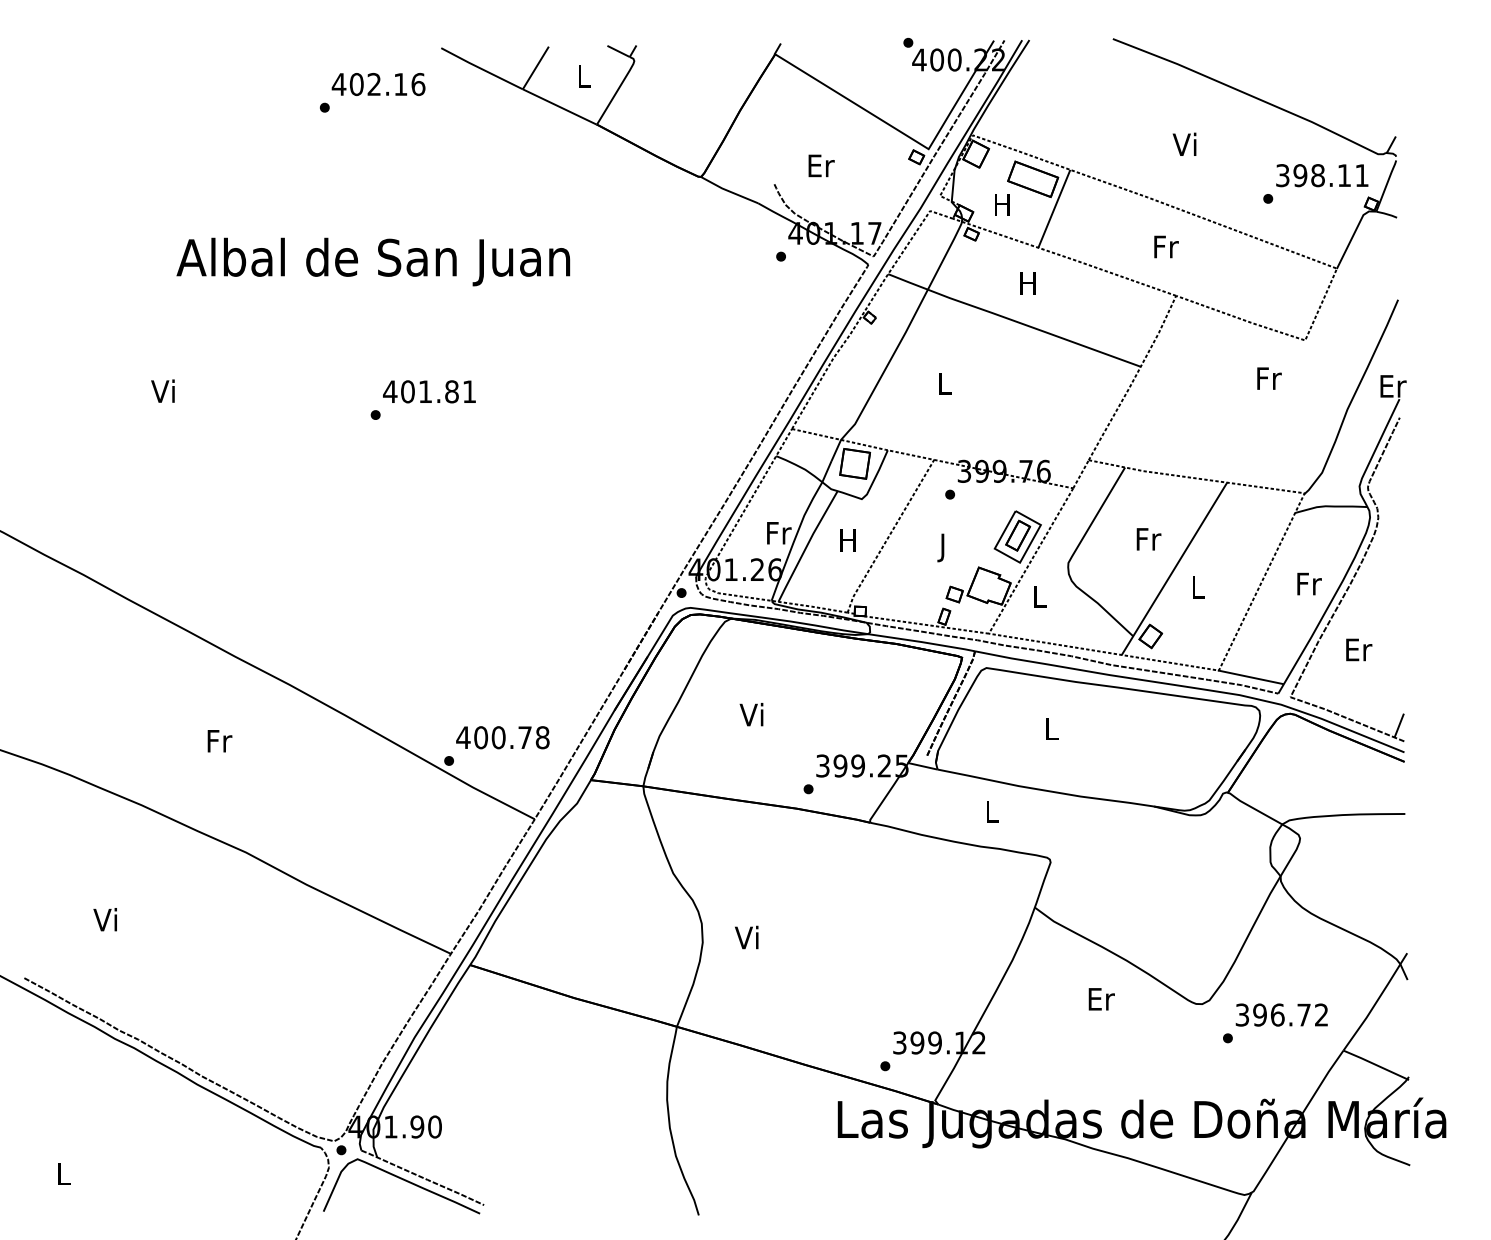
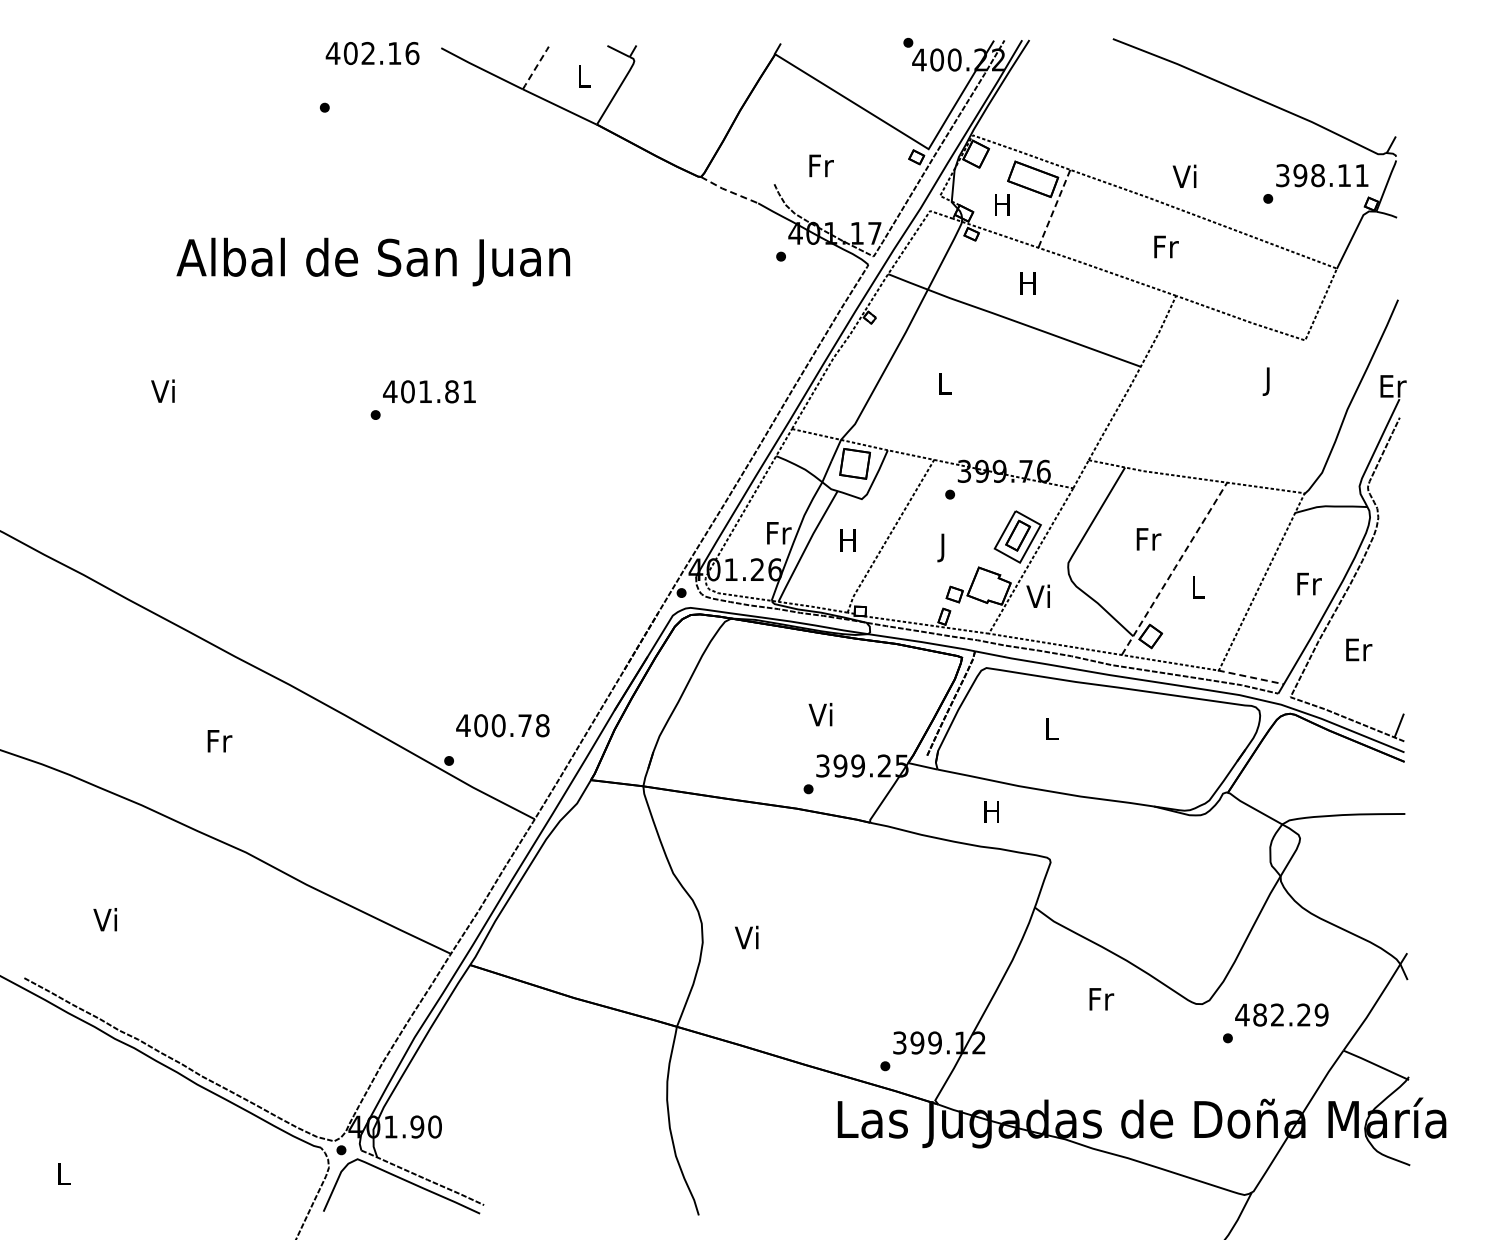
line at (536, 67): solid -> dashed
text at (378, 84) position: (378, 84) -> (372, 53)
text at (1184, 143) position: (1184, 143) -> (1184, 175)
text at (821, 165): Er -> Fr
line at (728, 191): solid -> dashed
line at (1054, 209): solid -> dashed
text at (1269, 381): Fr -> J
line at (1174, 568): solid -> dashed
text at (1037, 595): L -> Vi
line at (1250, 677): solid -> dashed
text at (751, 714) position: (751, 714) -> (820, 714)
text at (502, 737) position: (502, 737) -> (502, 725)
text at (991, 811): L -> H
text at (1101, 999): Er -> Fr
text at (1281, 1014): 396.72 -> 482.29
